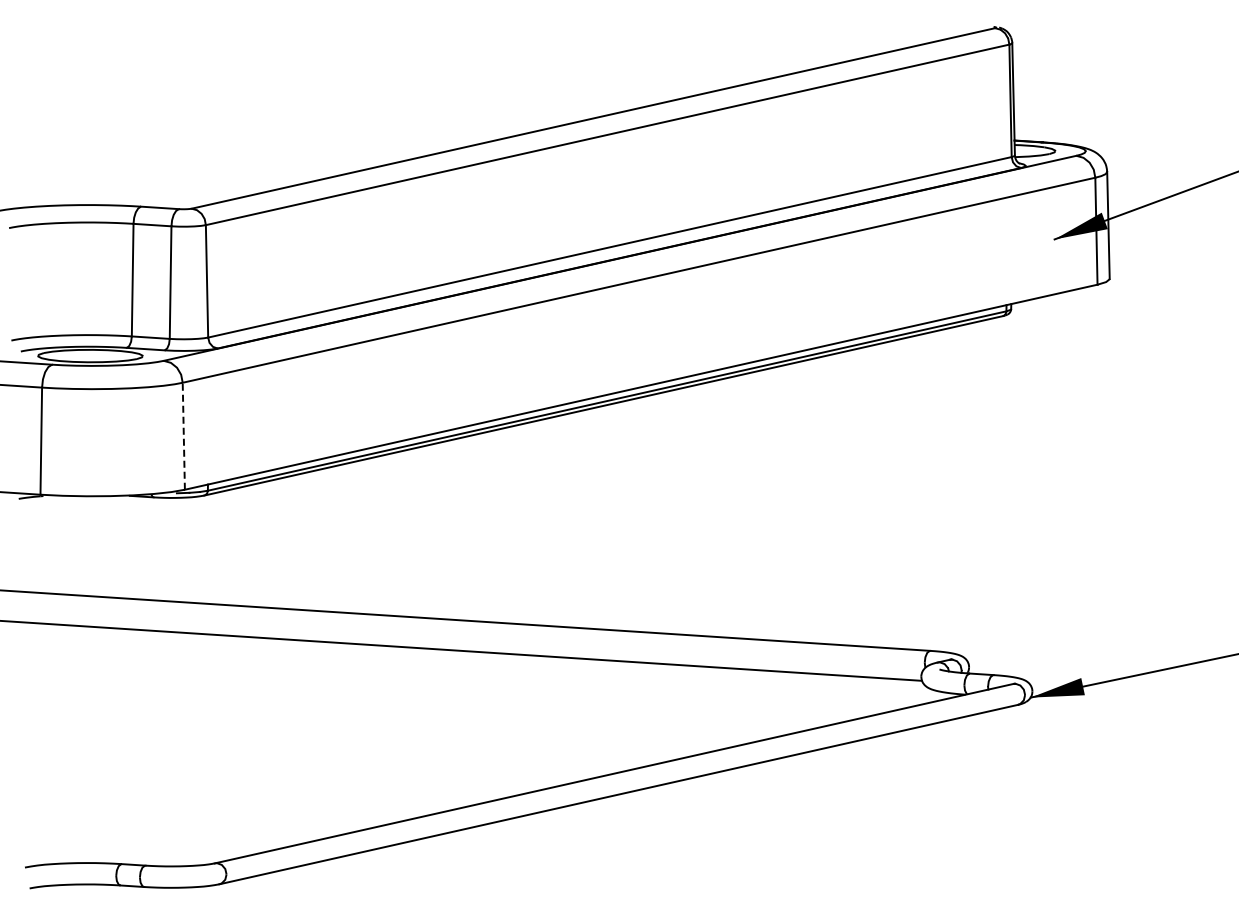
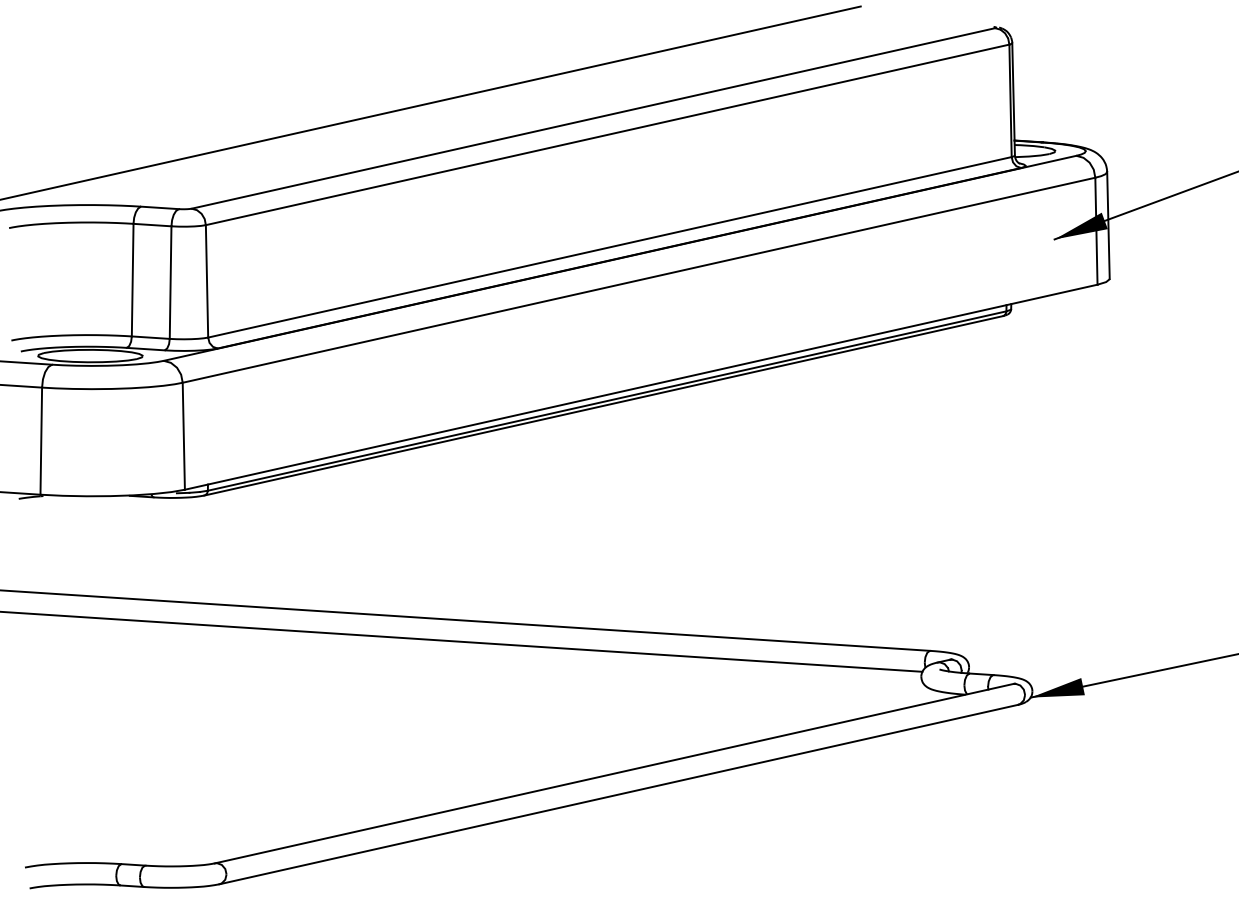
line at (431, 102): none -> present
line at (183, 435): dashed -> solid
line at (461, 650) position: (461, 650) -> (462, 641)
